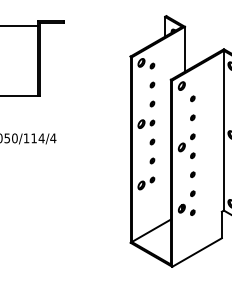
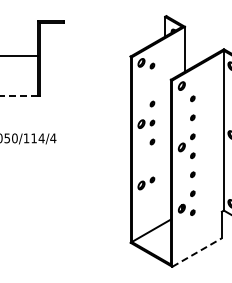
line at (19, 25) position: (19, 25) -> (19, 55)
part at (152, 84): present -> none
line at (19, 96): solid -> dashed
part at (152, 160): present -> none
line at (197, 252): solid -> dashed
